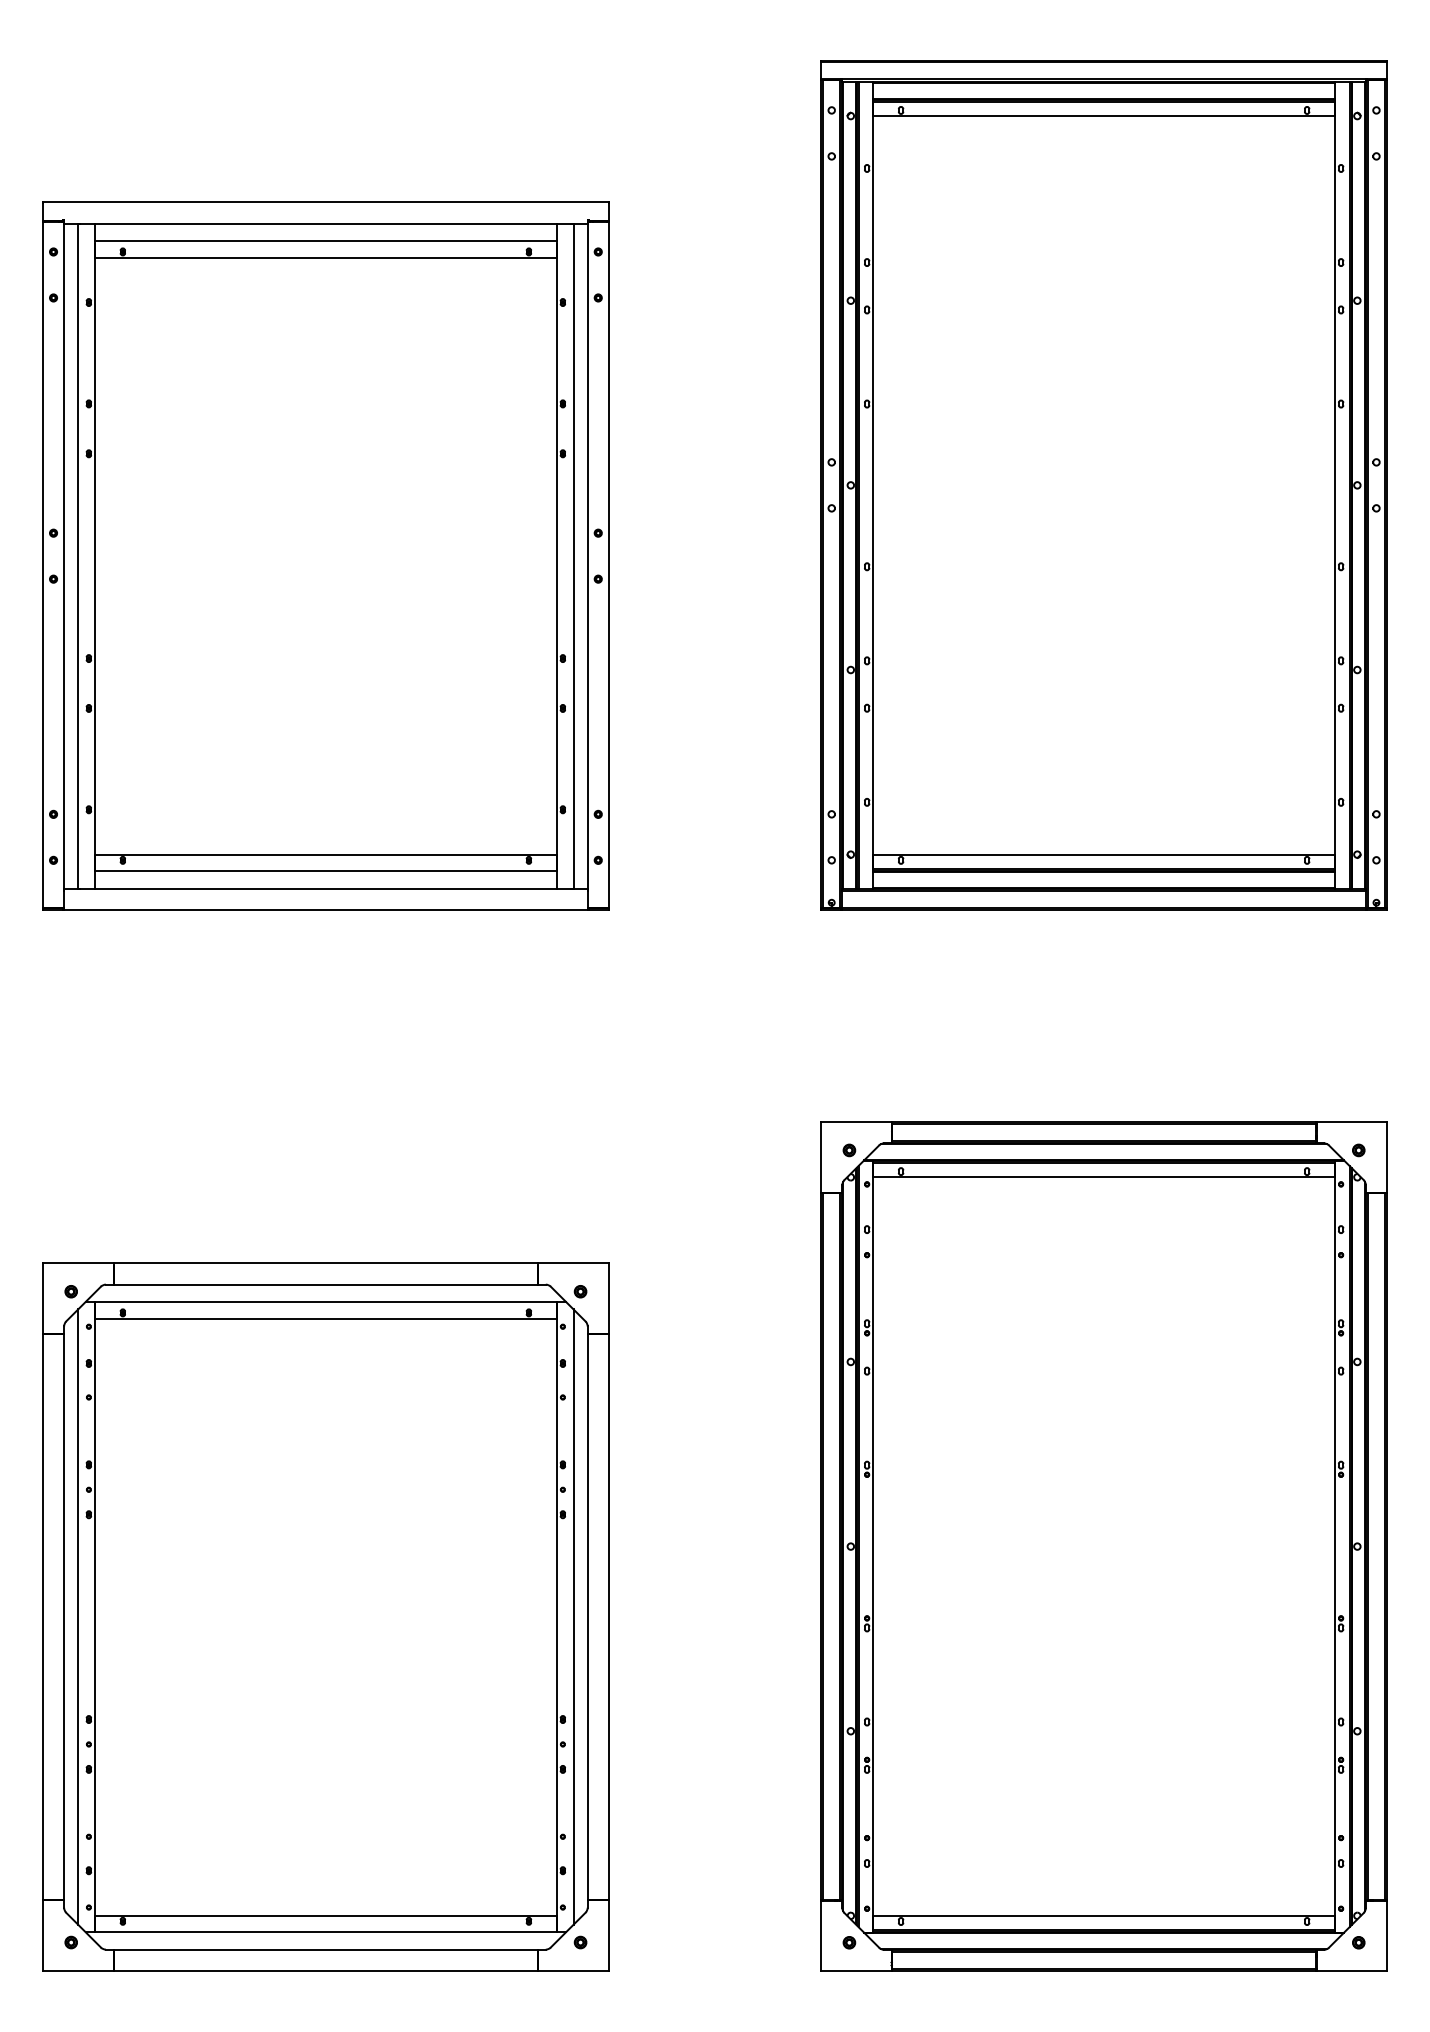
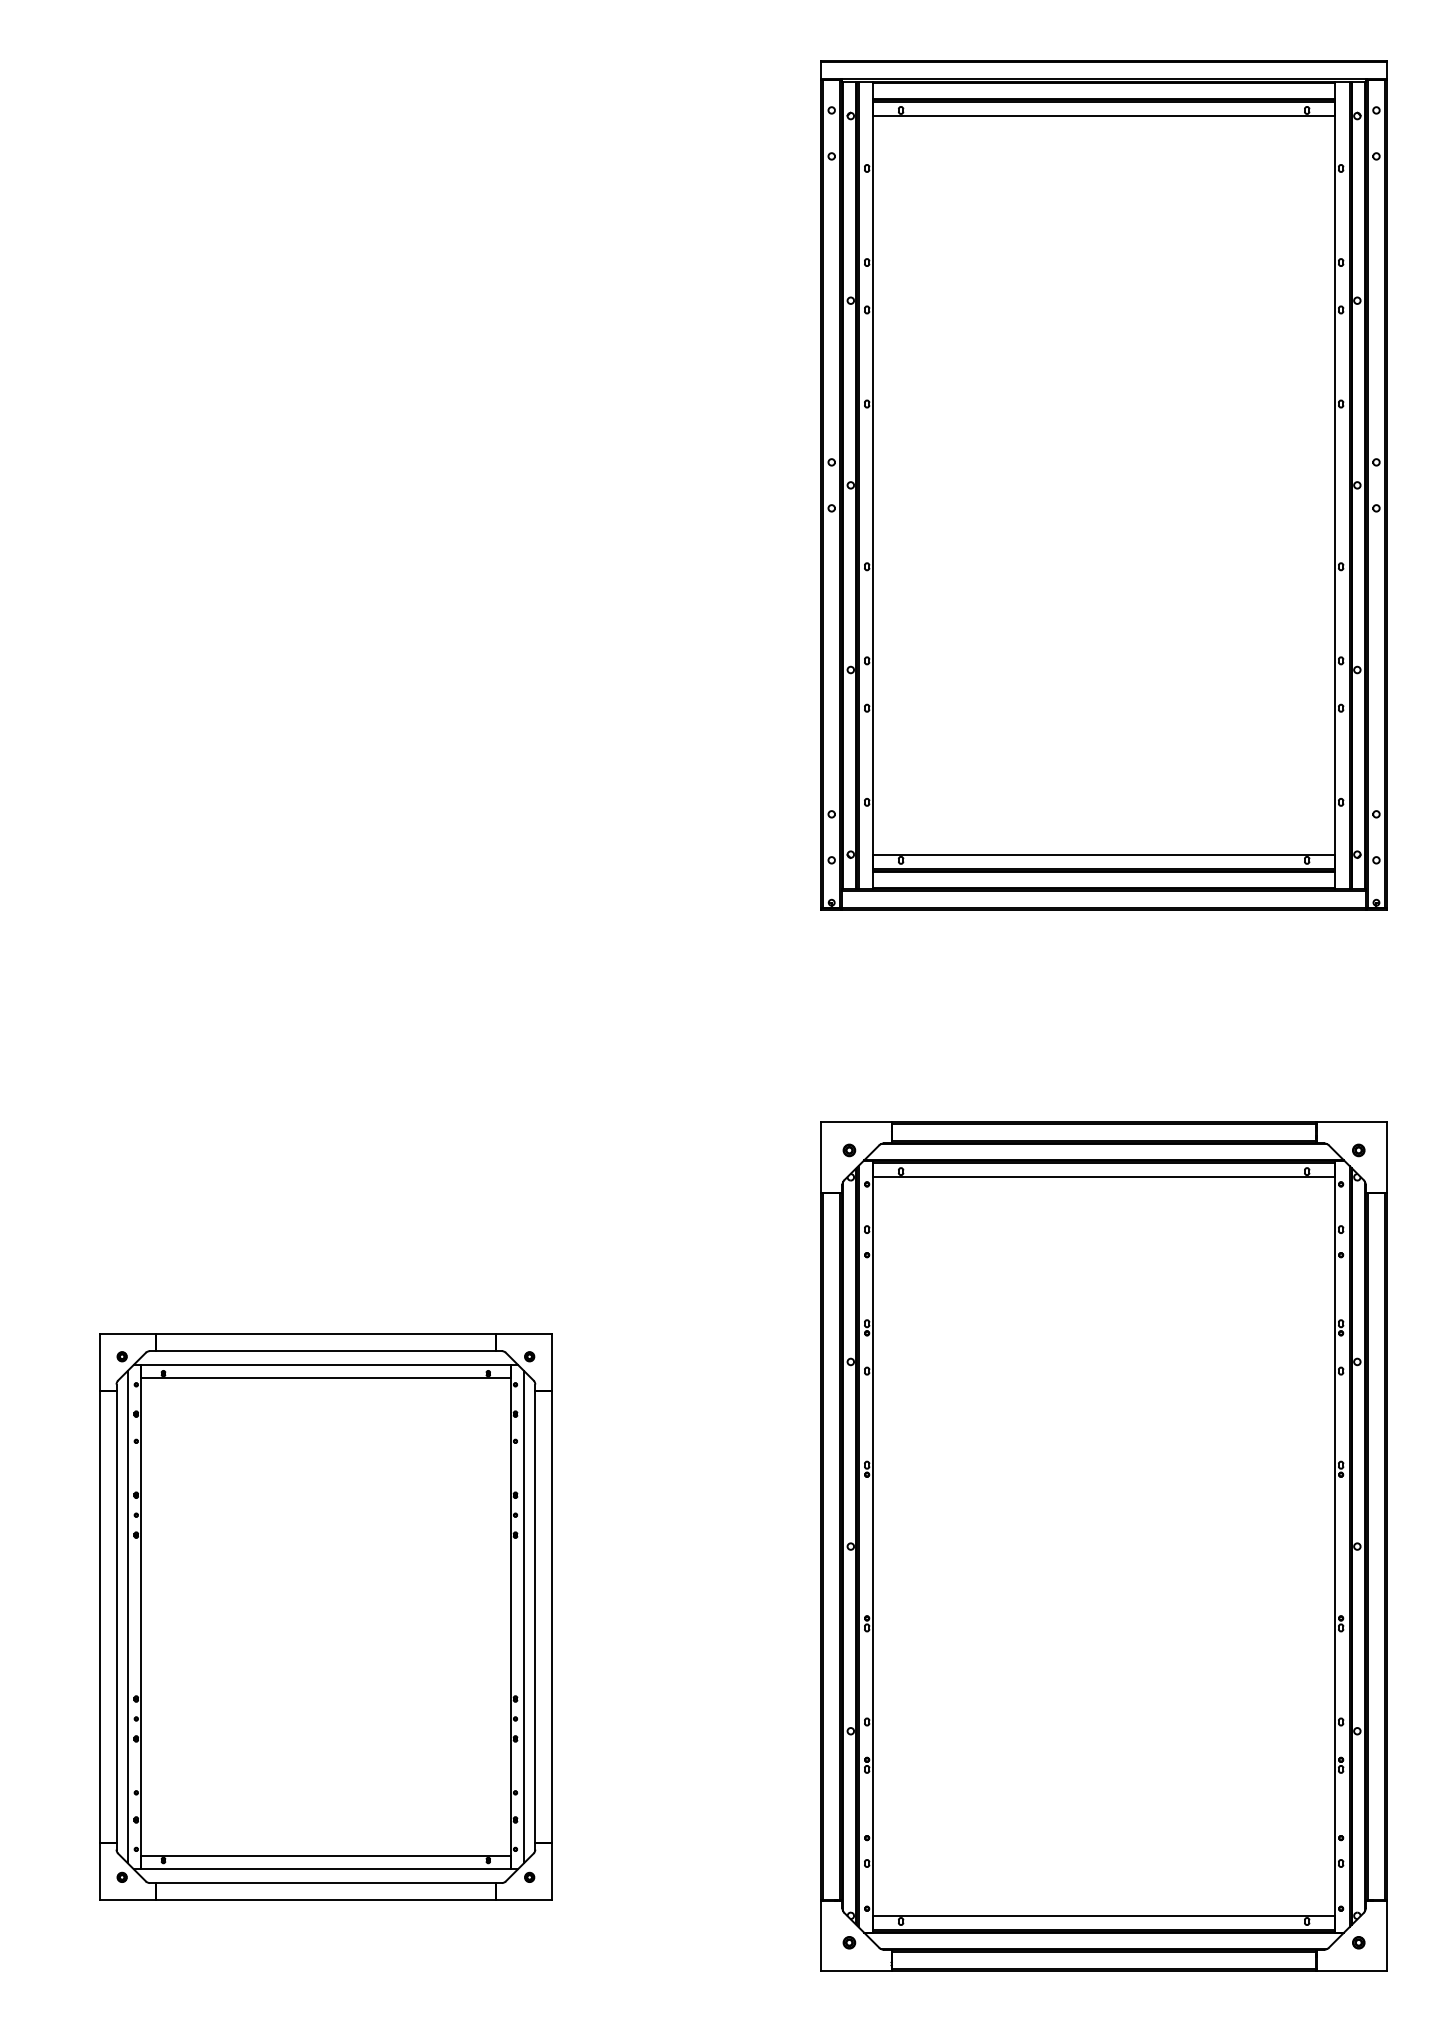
part at (325, 555): present -> none
part at (325, 1616) size: 568x710 px -> 454x568 px
